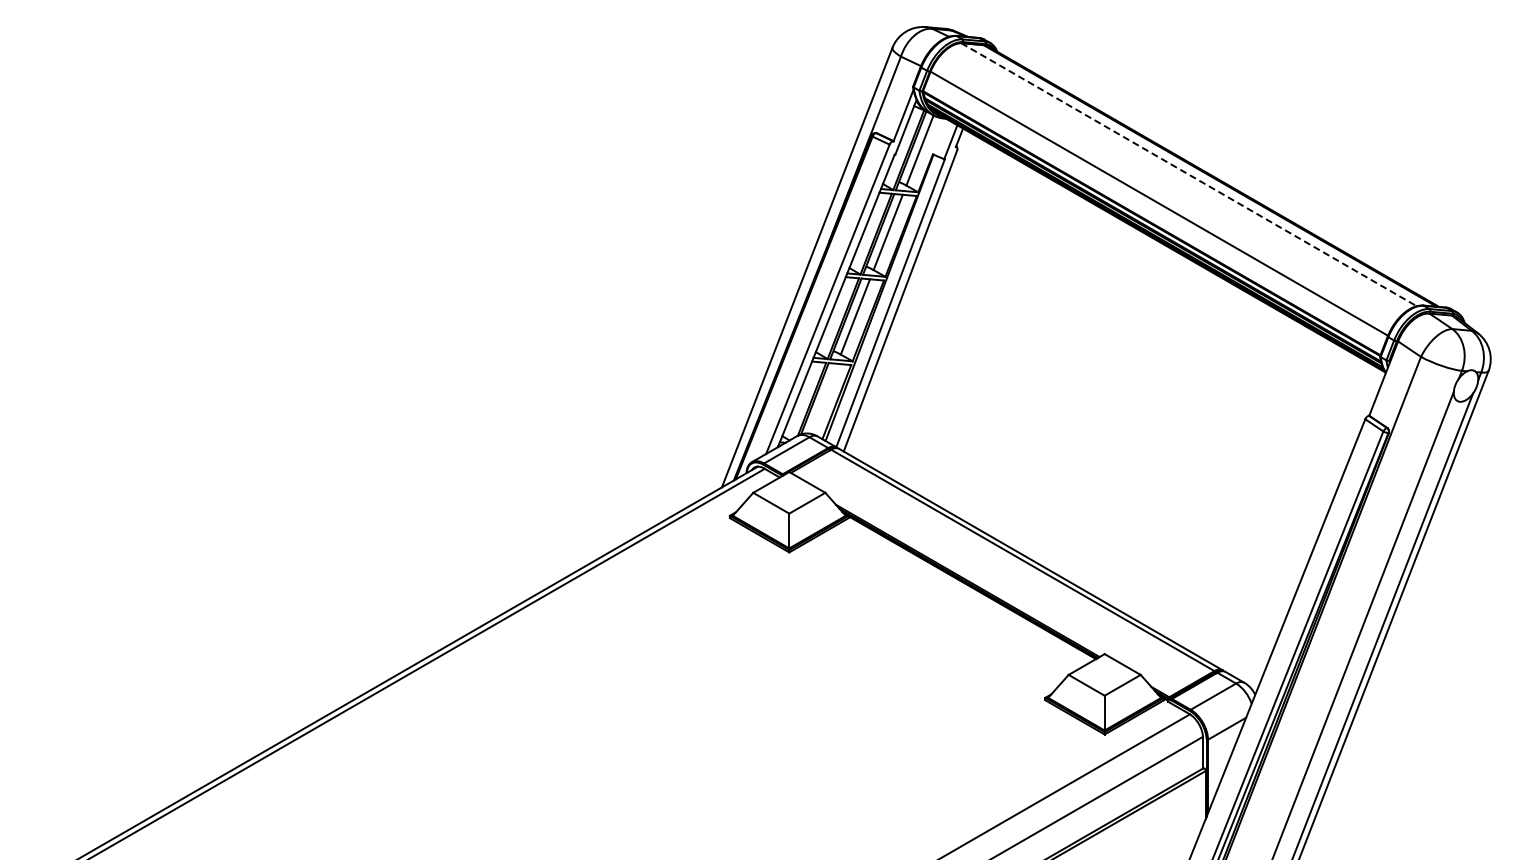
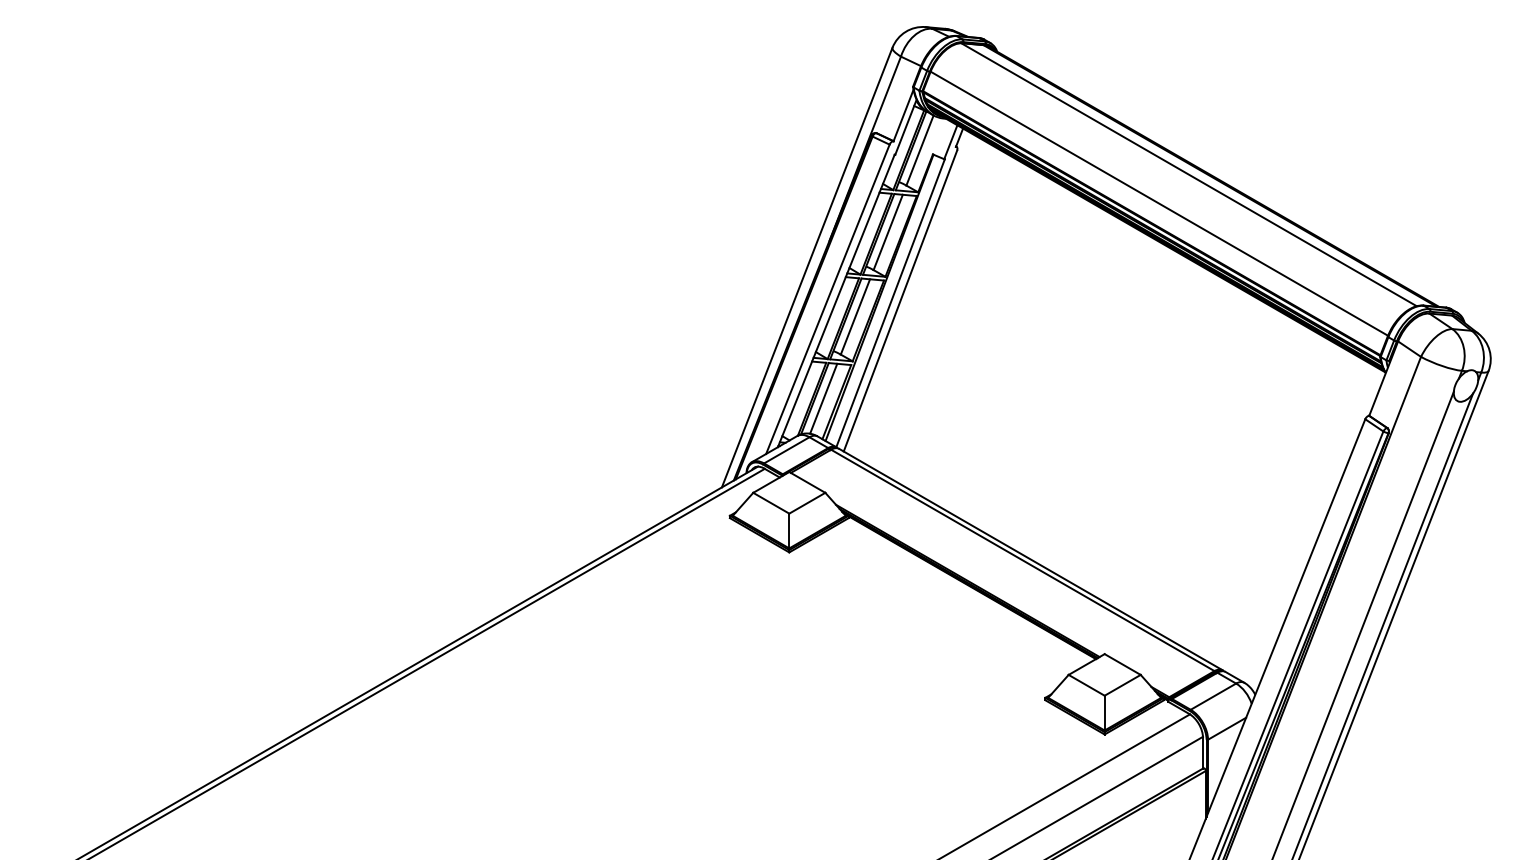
line at (1188, 174): dashed -> solid
line at (823, 398): none -> present
